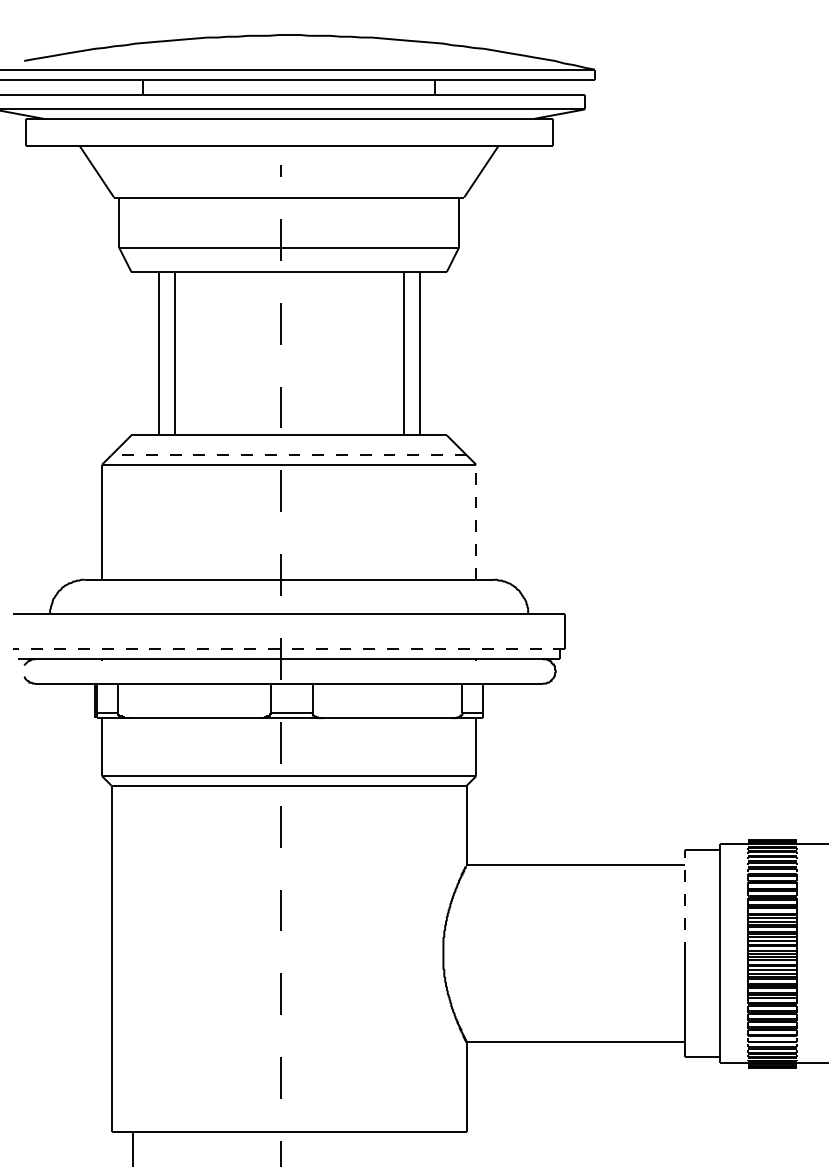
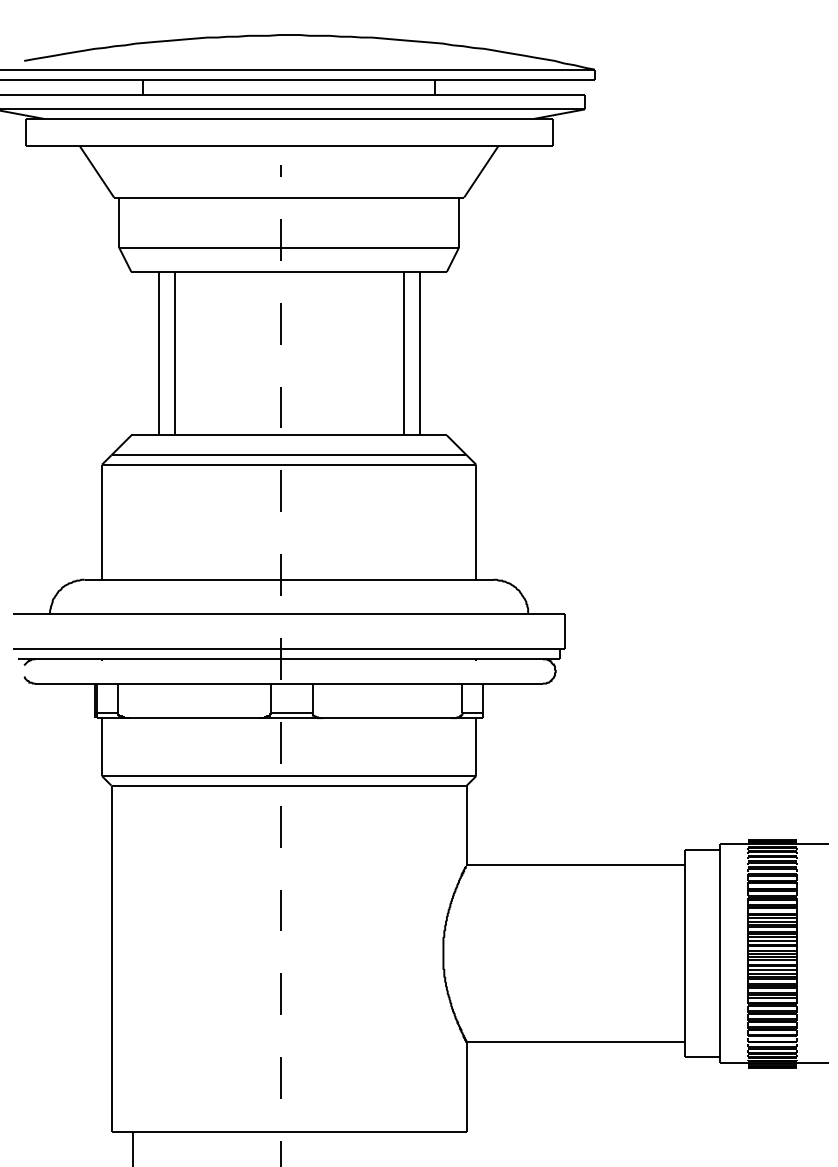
line at (289, 455): dashed -> solid
line at (476, 522): dashed -> solid
line at (288, 648): dashed -> solid
line at (684, 901): dashed -> solid
